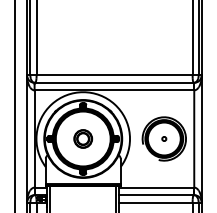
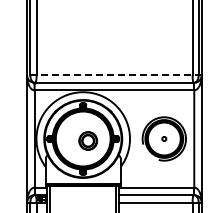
line at (113, 75): solid -> dashed
line at (15, 105): present -> none
part at (83, 138) position: (83, 138) -> (88, 140)
